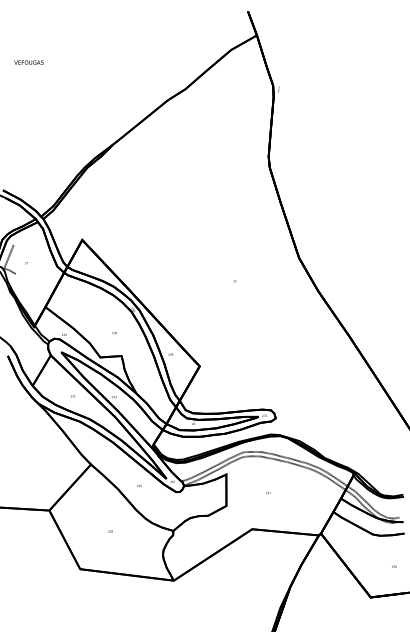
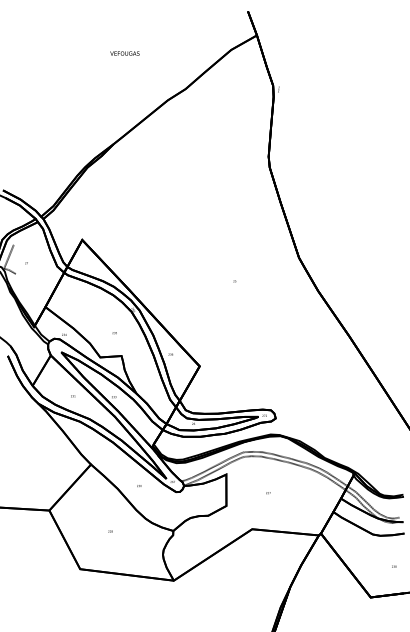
text at (28, 62) position: (28, 62) -> (124, 53)
